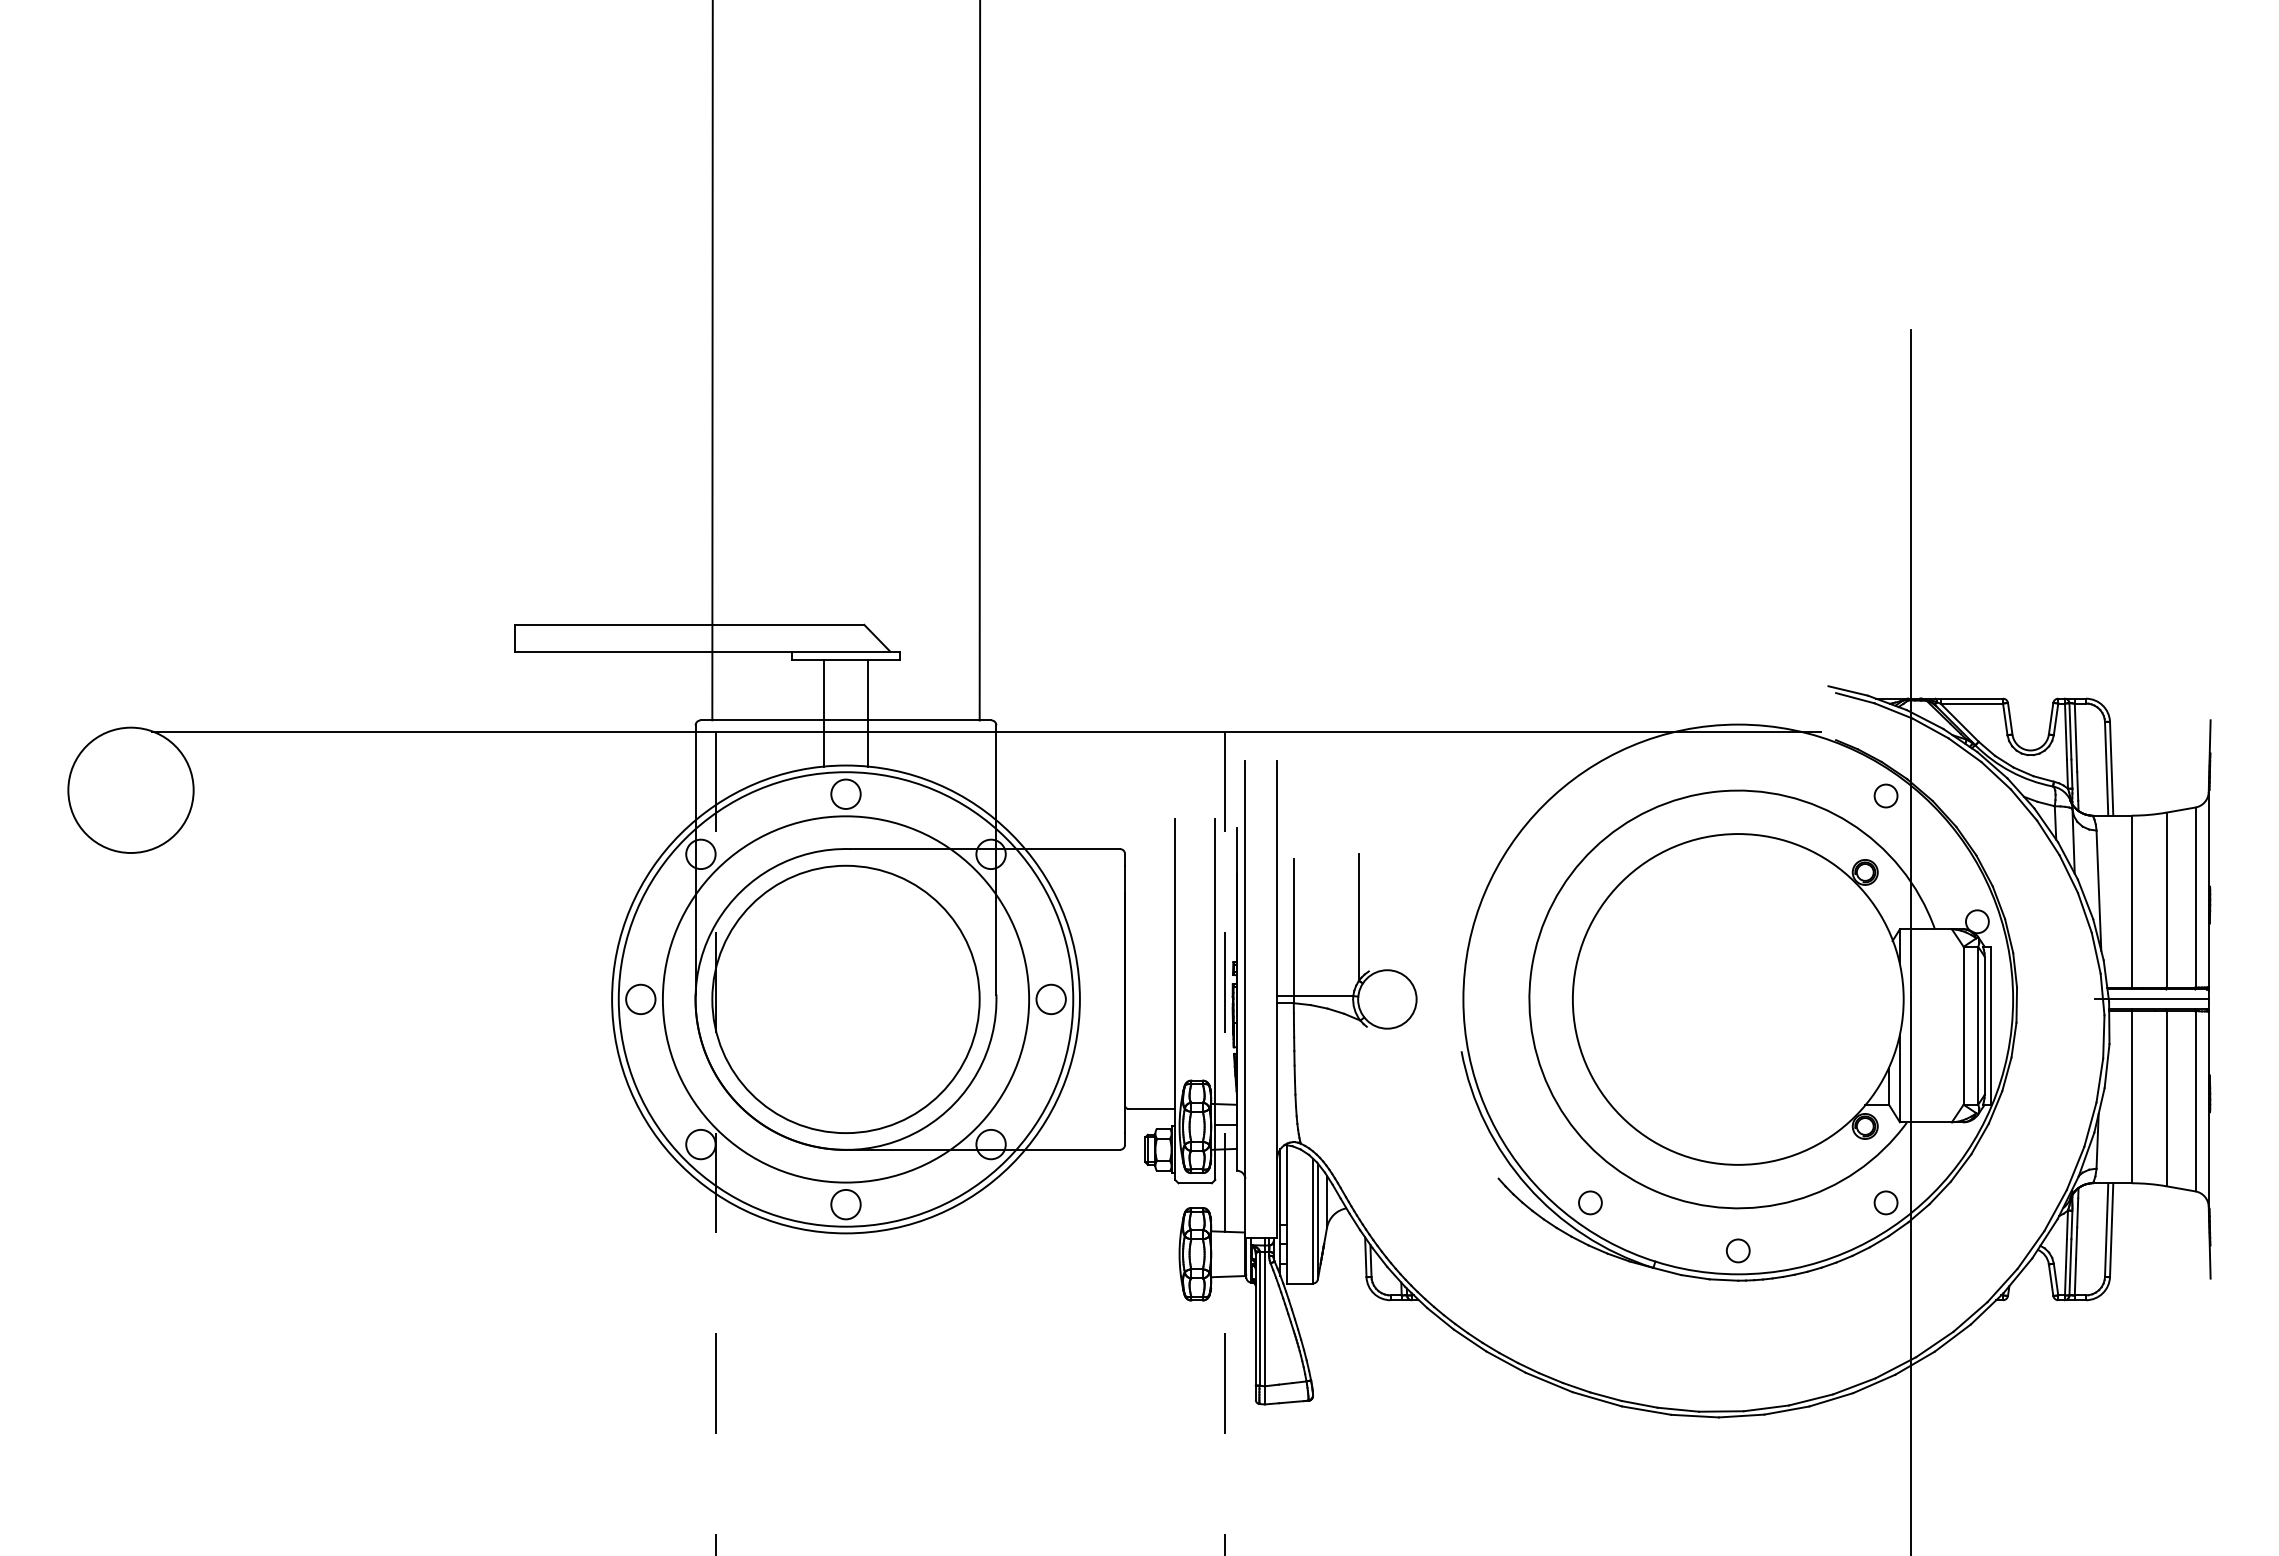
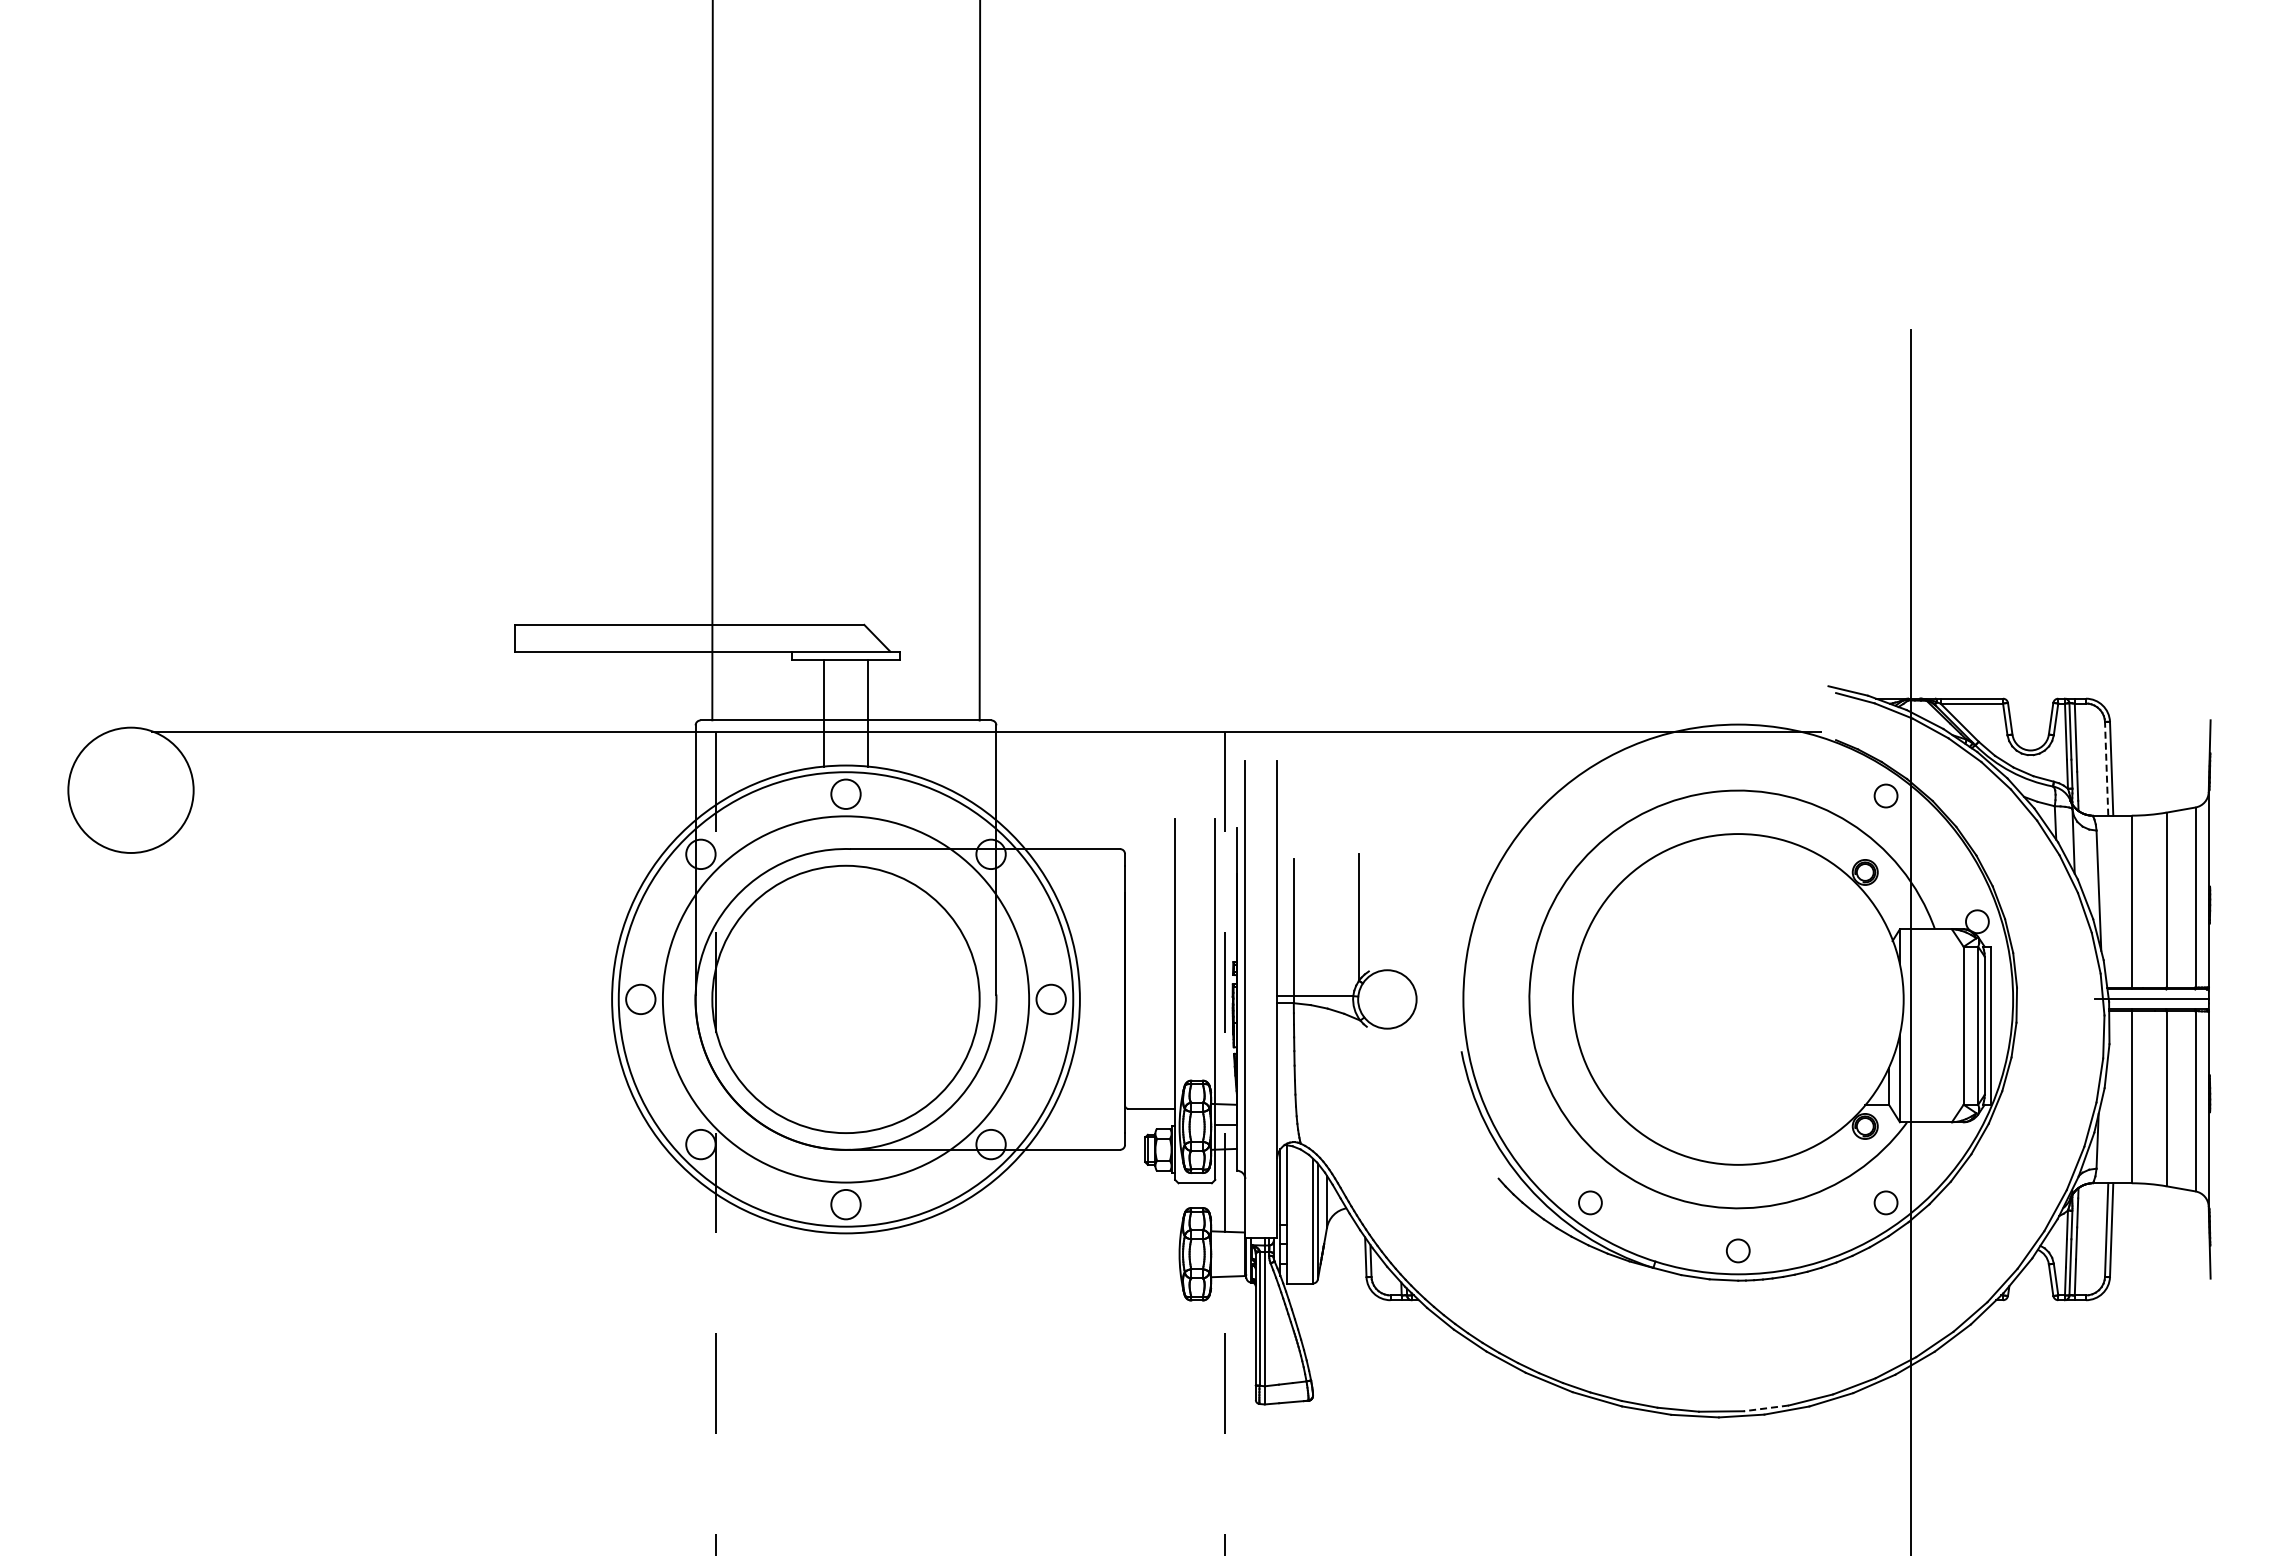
line at (2106, 768): solid -> dashed
line at (1766, 1408): solid -> dashed
